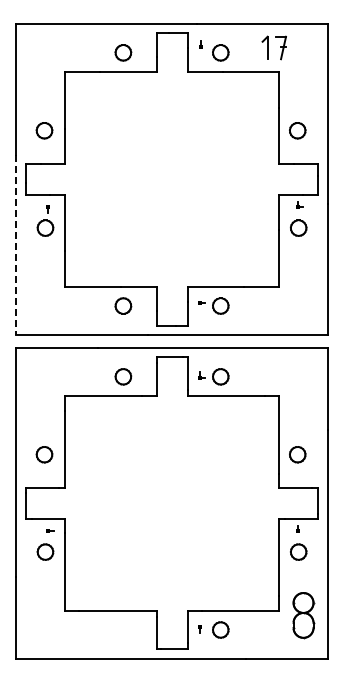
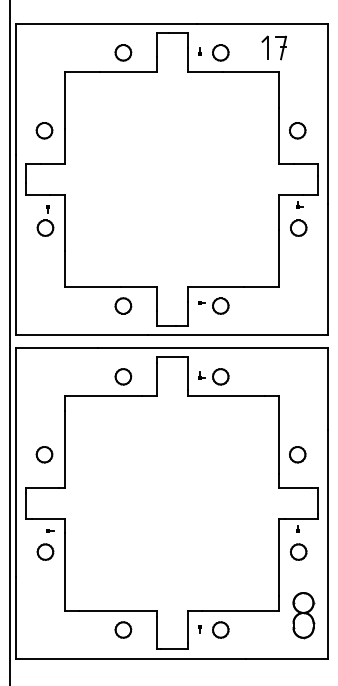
part at (200, 44) position: (200, 44) -> (199, 51)
line at (16, 245): dashed -> solid
line at (10, 342): none -> present
part at (123, 629): none -> present
